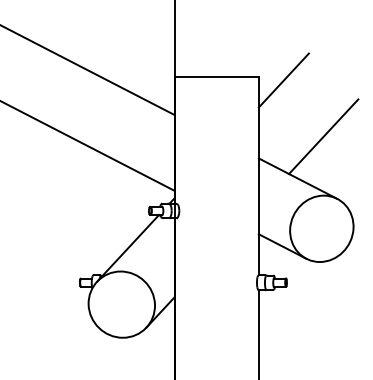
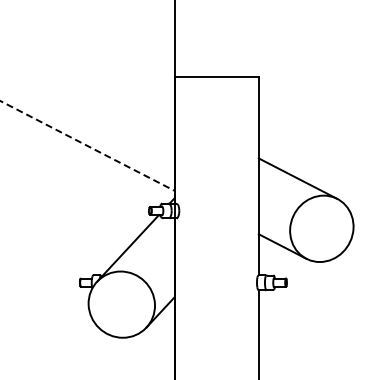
line at (88, 70): present -> none
line at (283, 80): present -> none
line at (323, 136): present -> none
line at (87, 145): solid -> dashed
